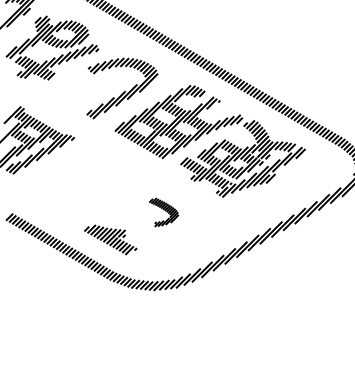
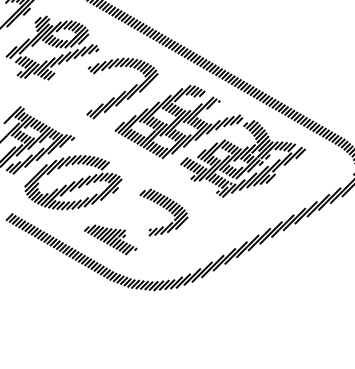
part at (73, 182): none -> present
part at (164, 212) size: 31x31 px -> 50x49 px
